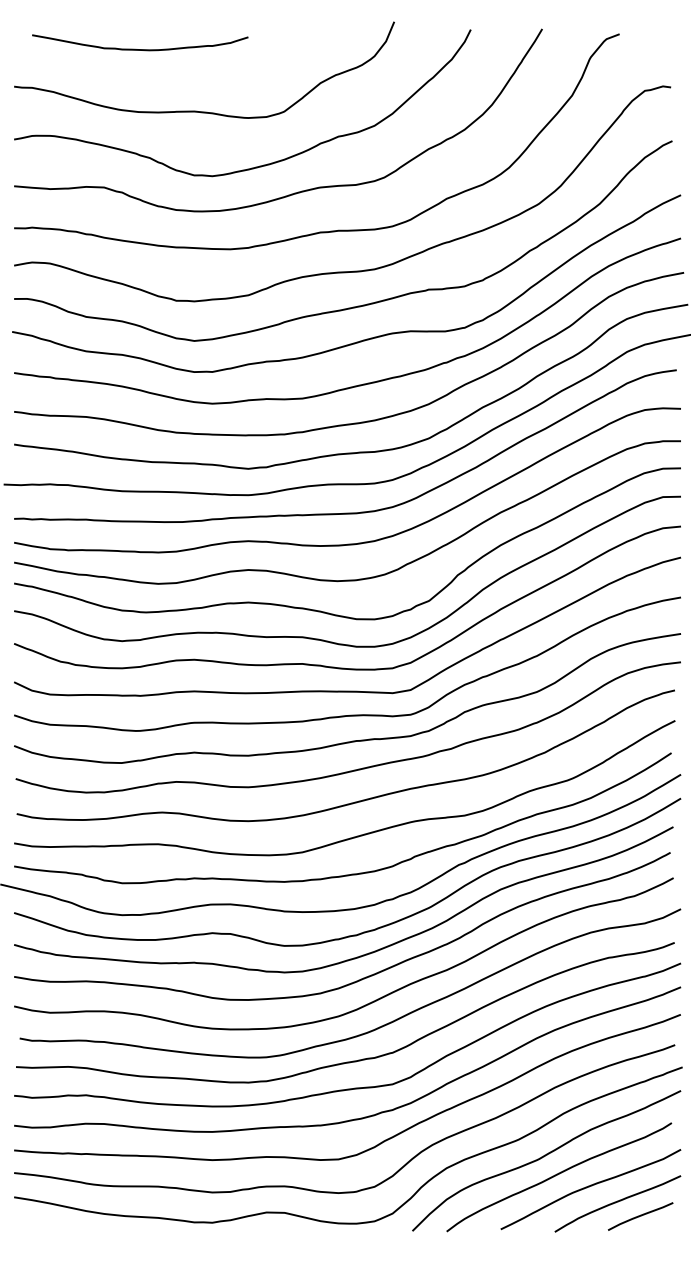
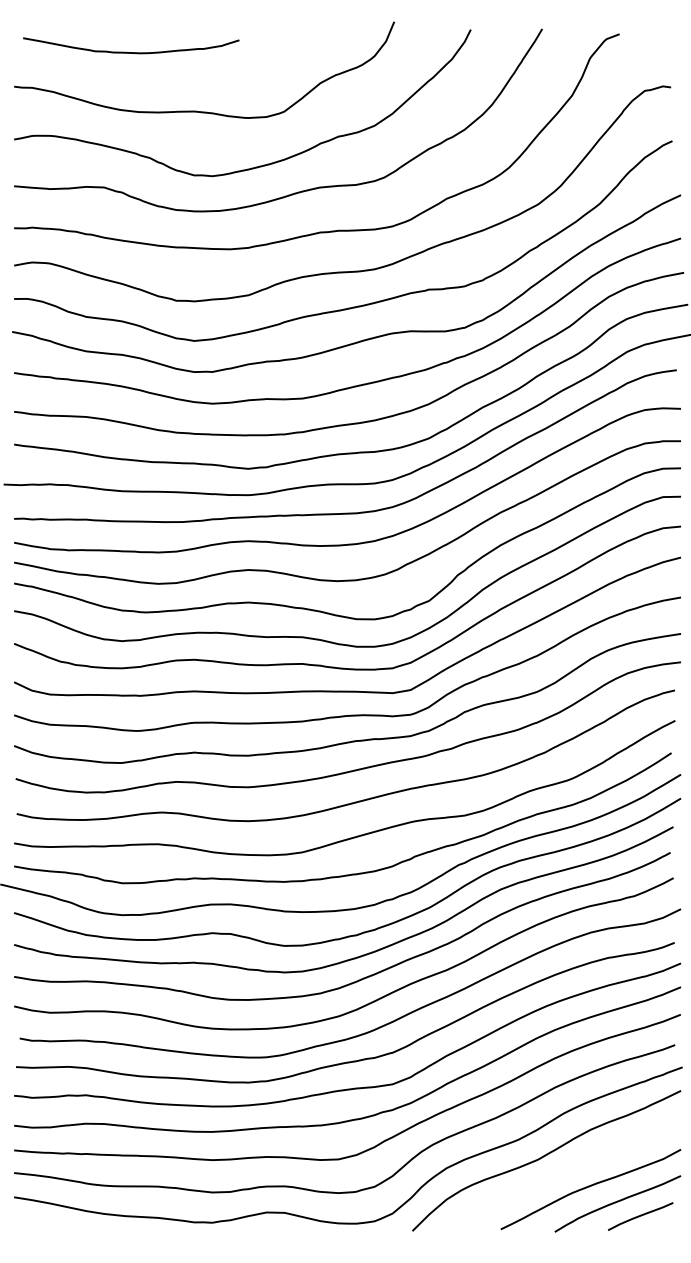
curve at (140, 49) position: (140, 49) -> (131, 52)
curve at (557, 1175): present -> none
